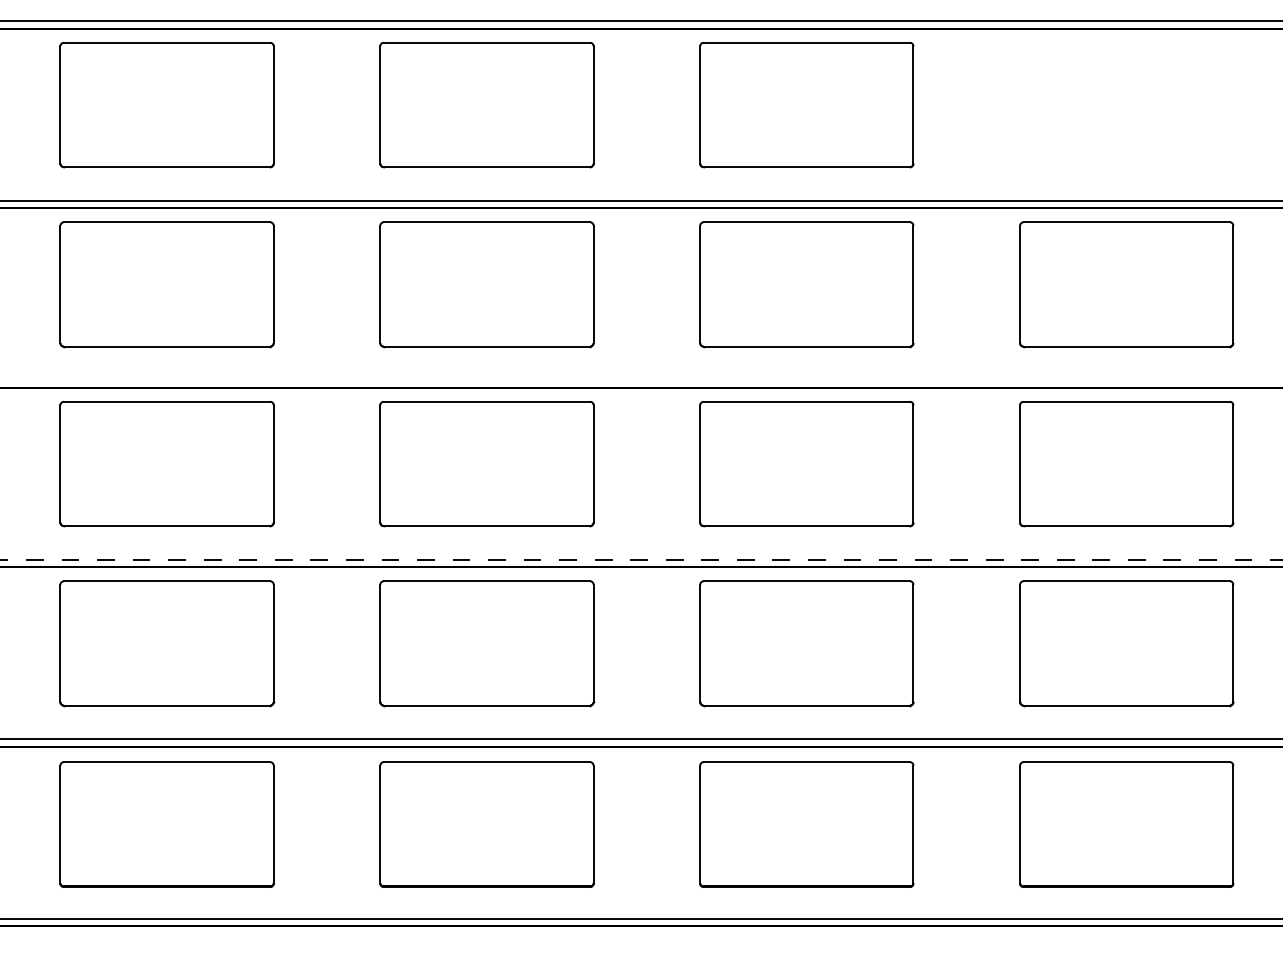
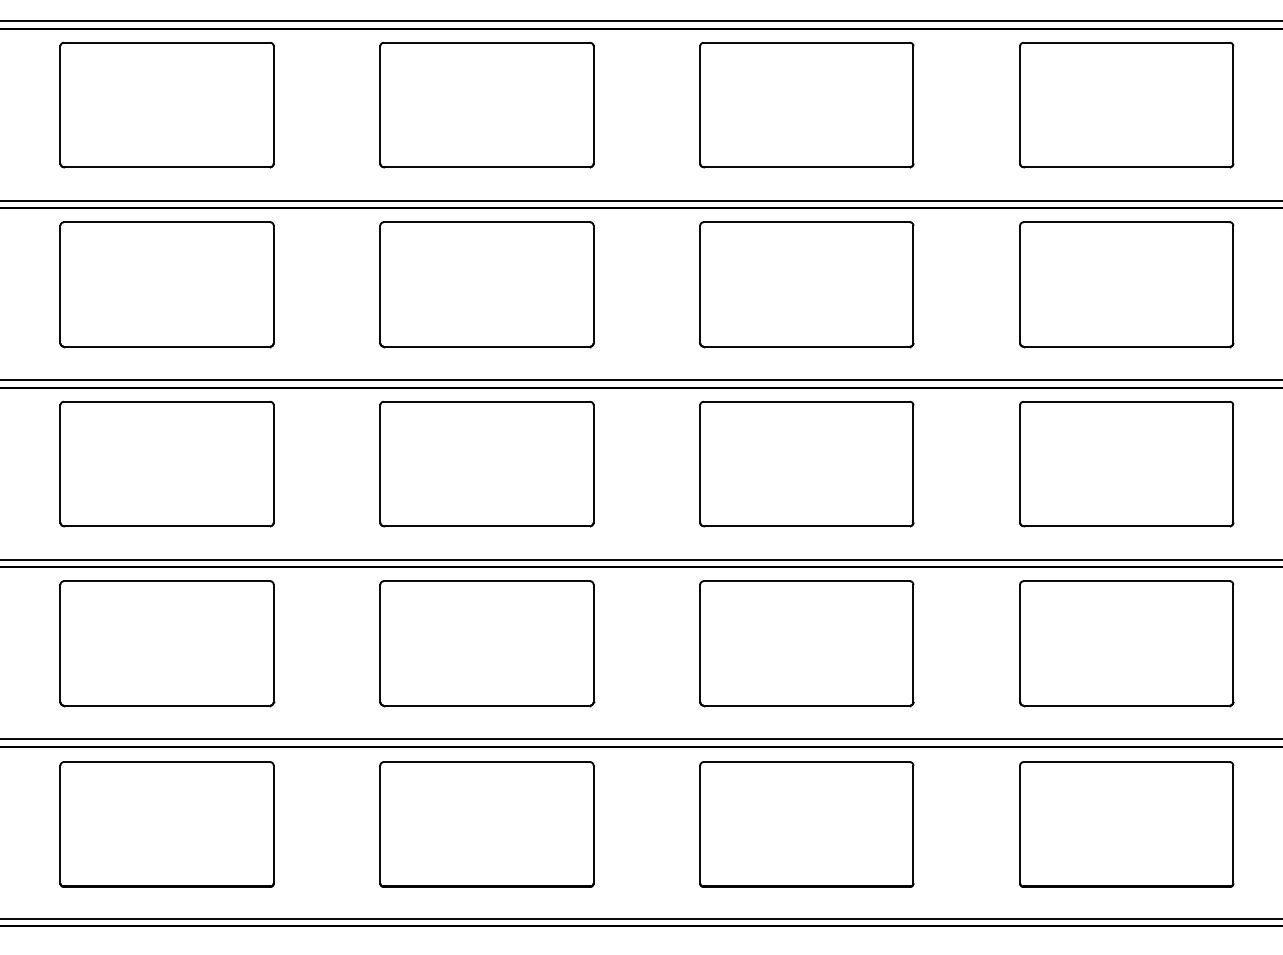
part at (1126, 105): none -> present
line at (640, 380): none -> present
line at (640, 559): dashed -> solid
